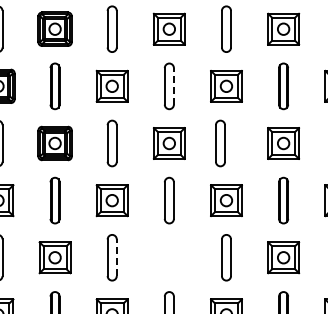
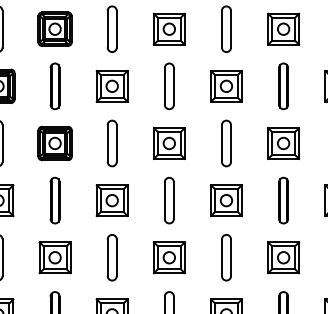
line at (173, 85): dashed -> solid
part at (220, 143) position: (220, 143) -> (226, 143)
line at (116, 257): dashed -> solid
part at (168, 257): none -> present
